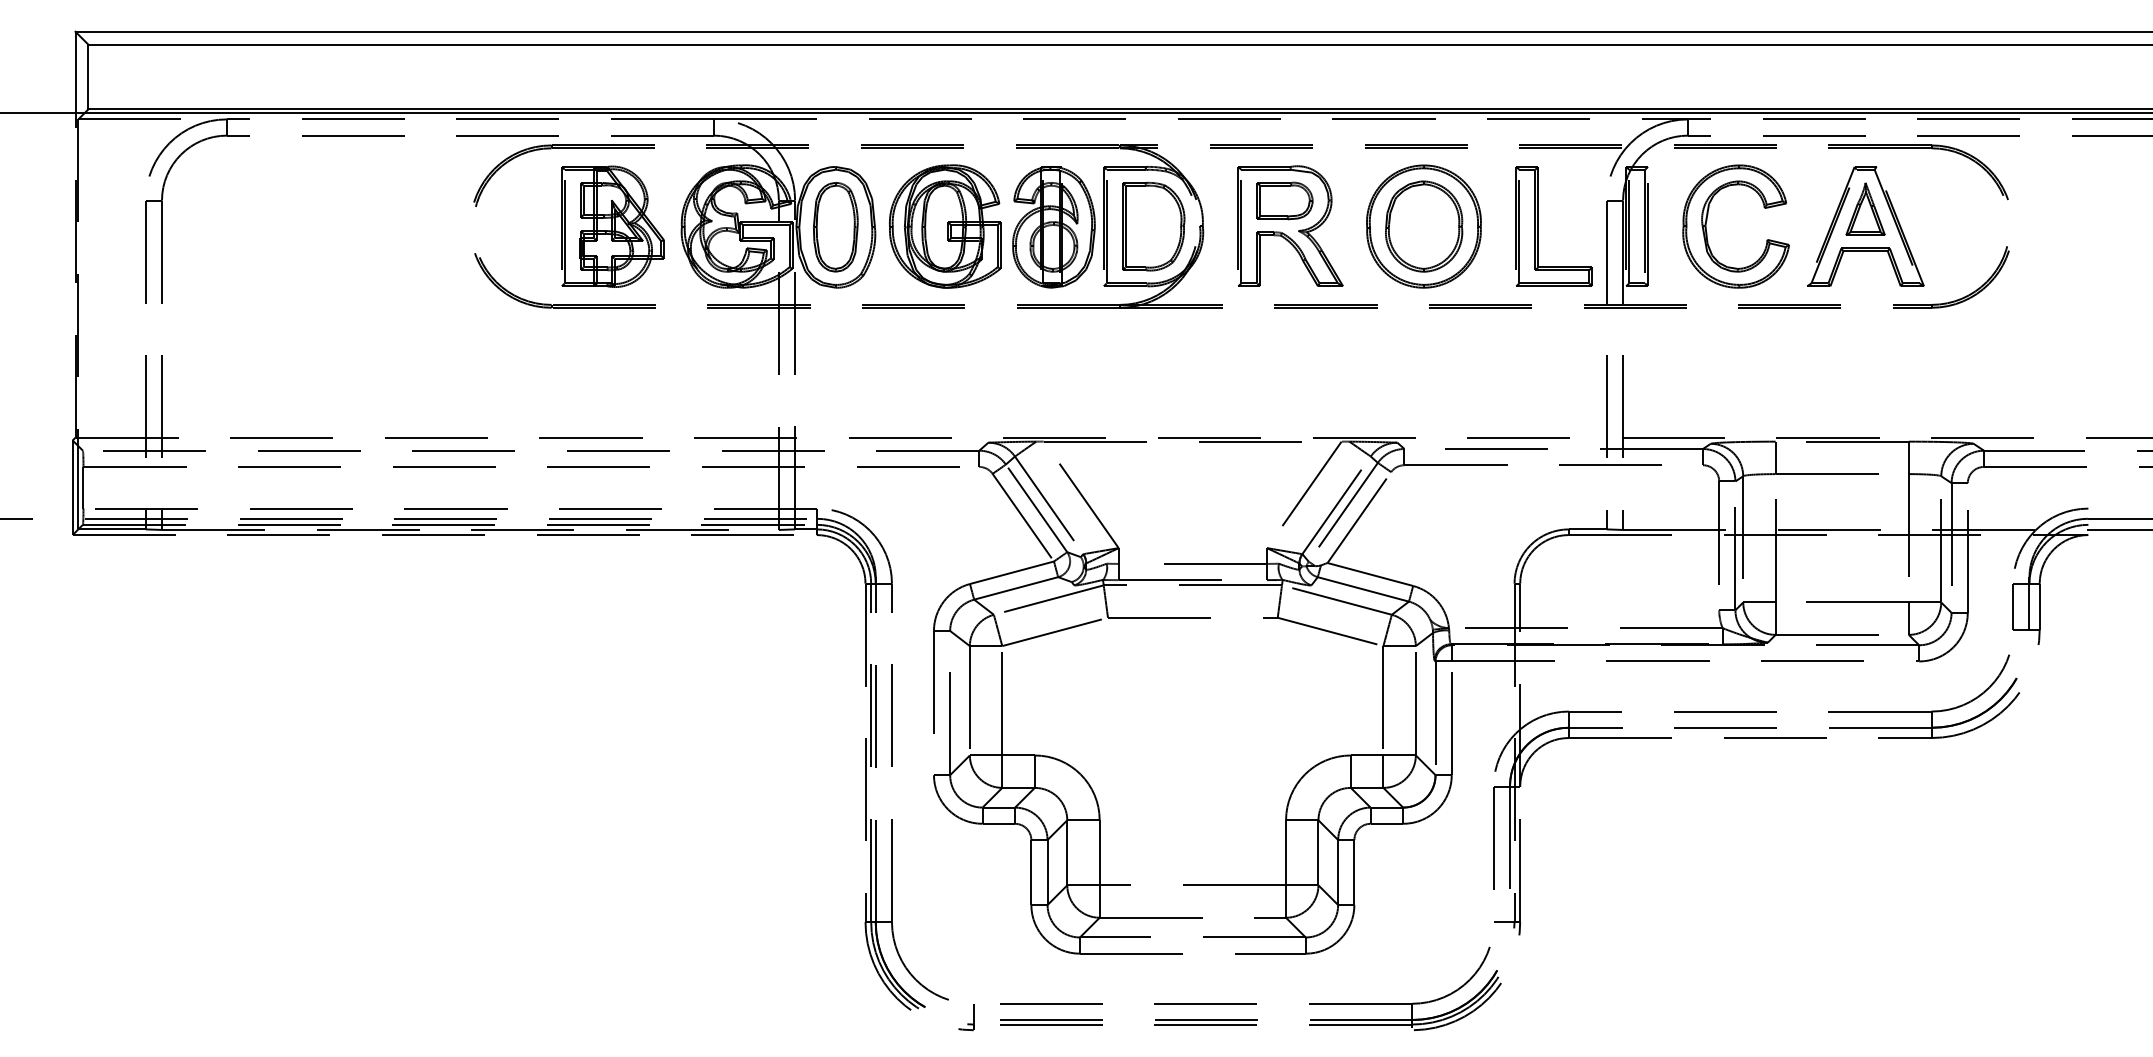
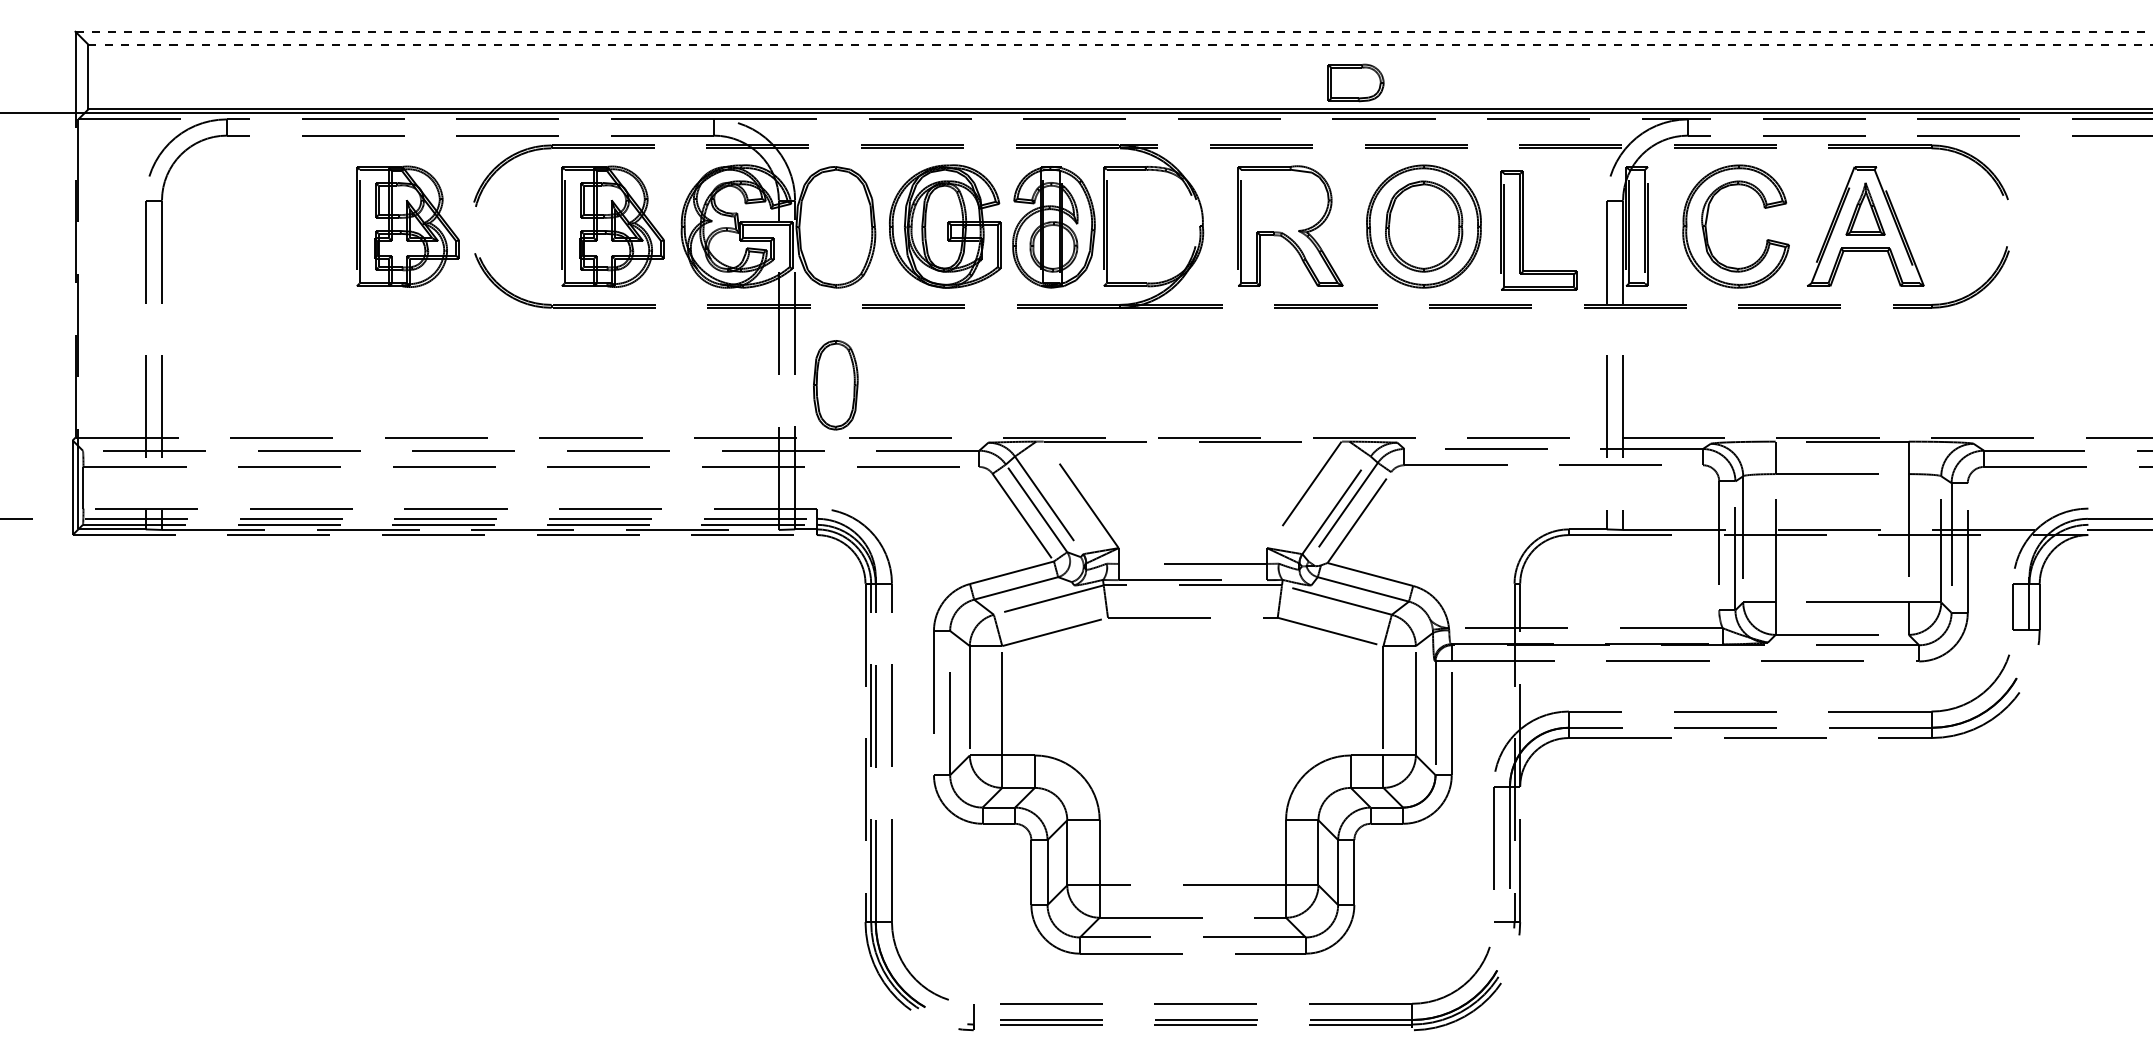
line at (1114, 31): solid -> dashed
line at (1120, 44): solid -> dashed
part at (1284, 200) position: (1284, 200) -> (1355, 82)
part at (407, 226): none -> present
part at (1153, 226): present -> none
part at (1538, 226) position: (1538, 226) -> (1523, 230)
part at (835, 227) position: (835, 227) -> (835, 385)
